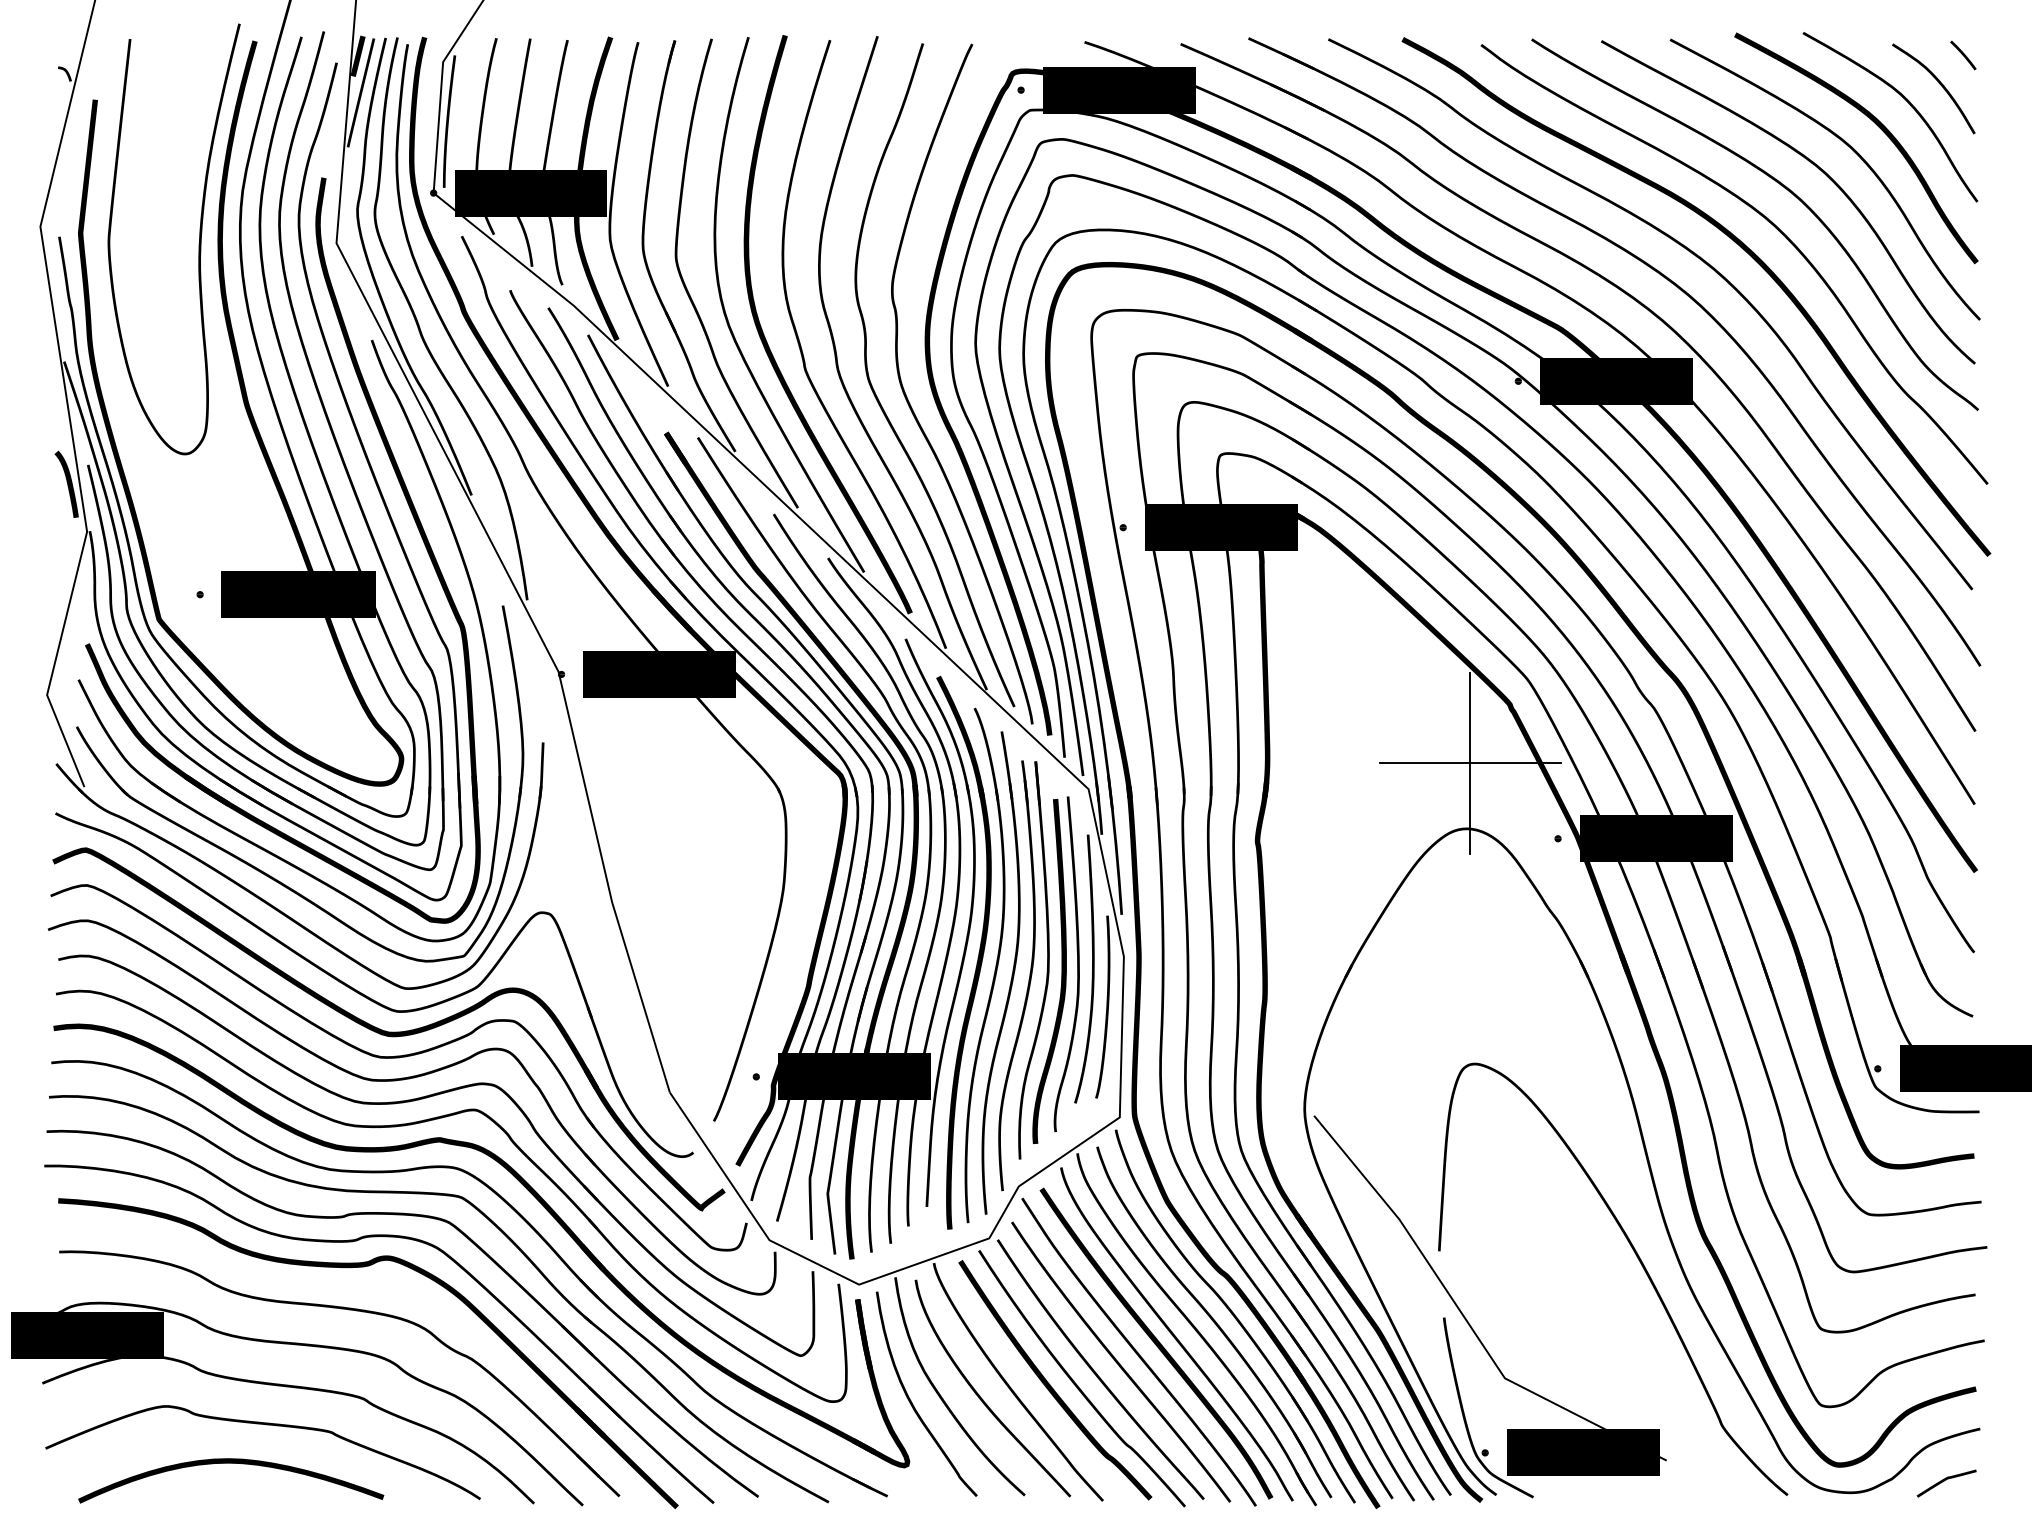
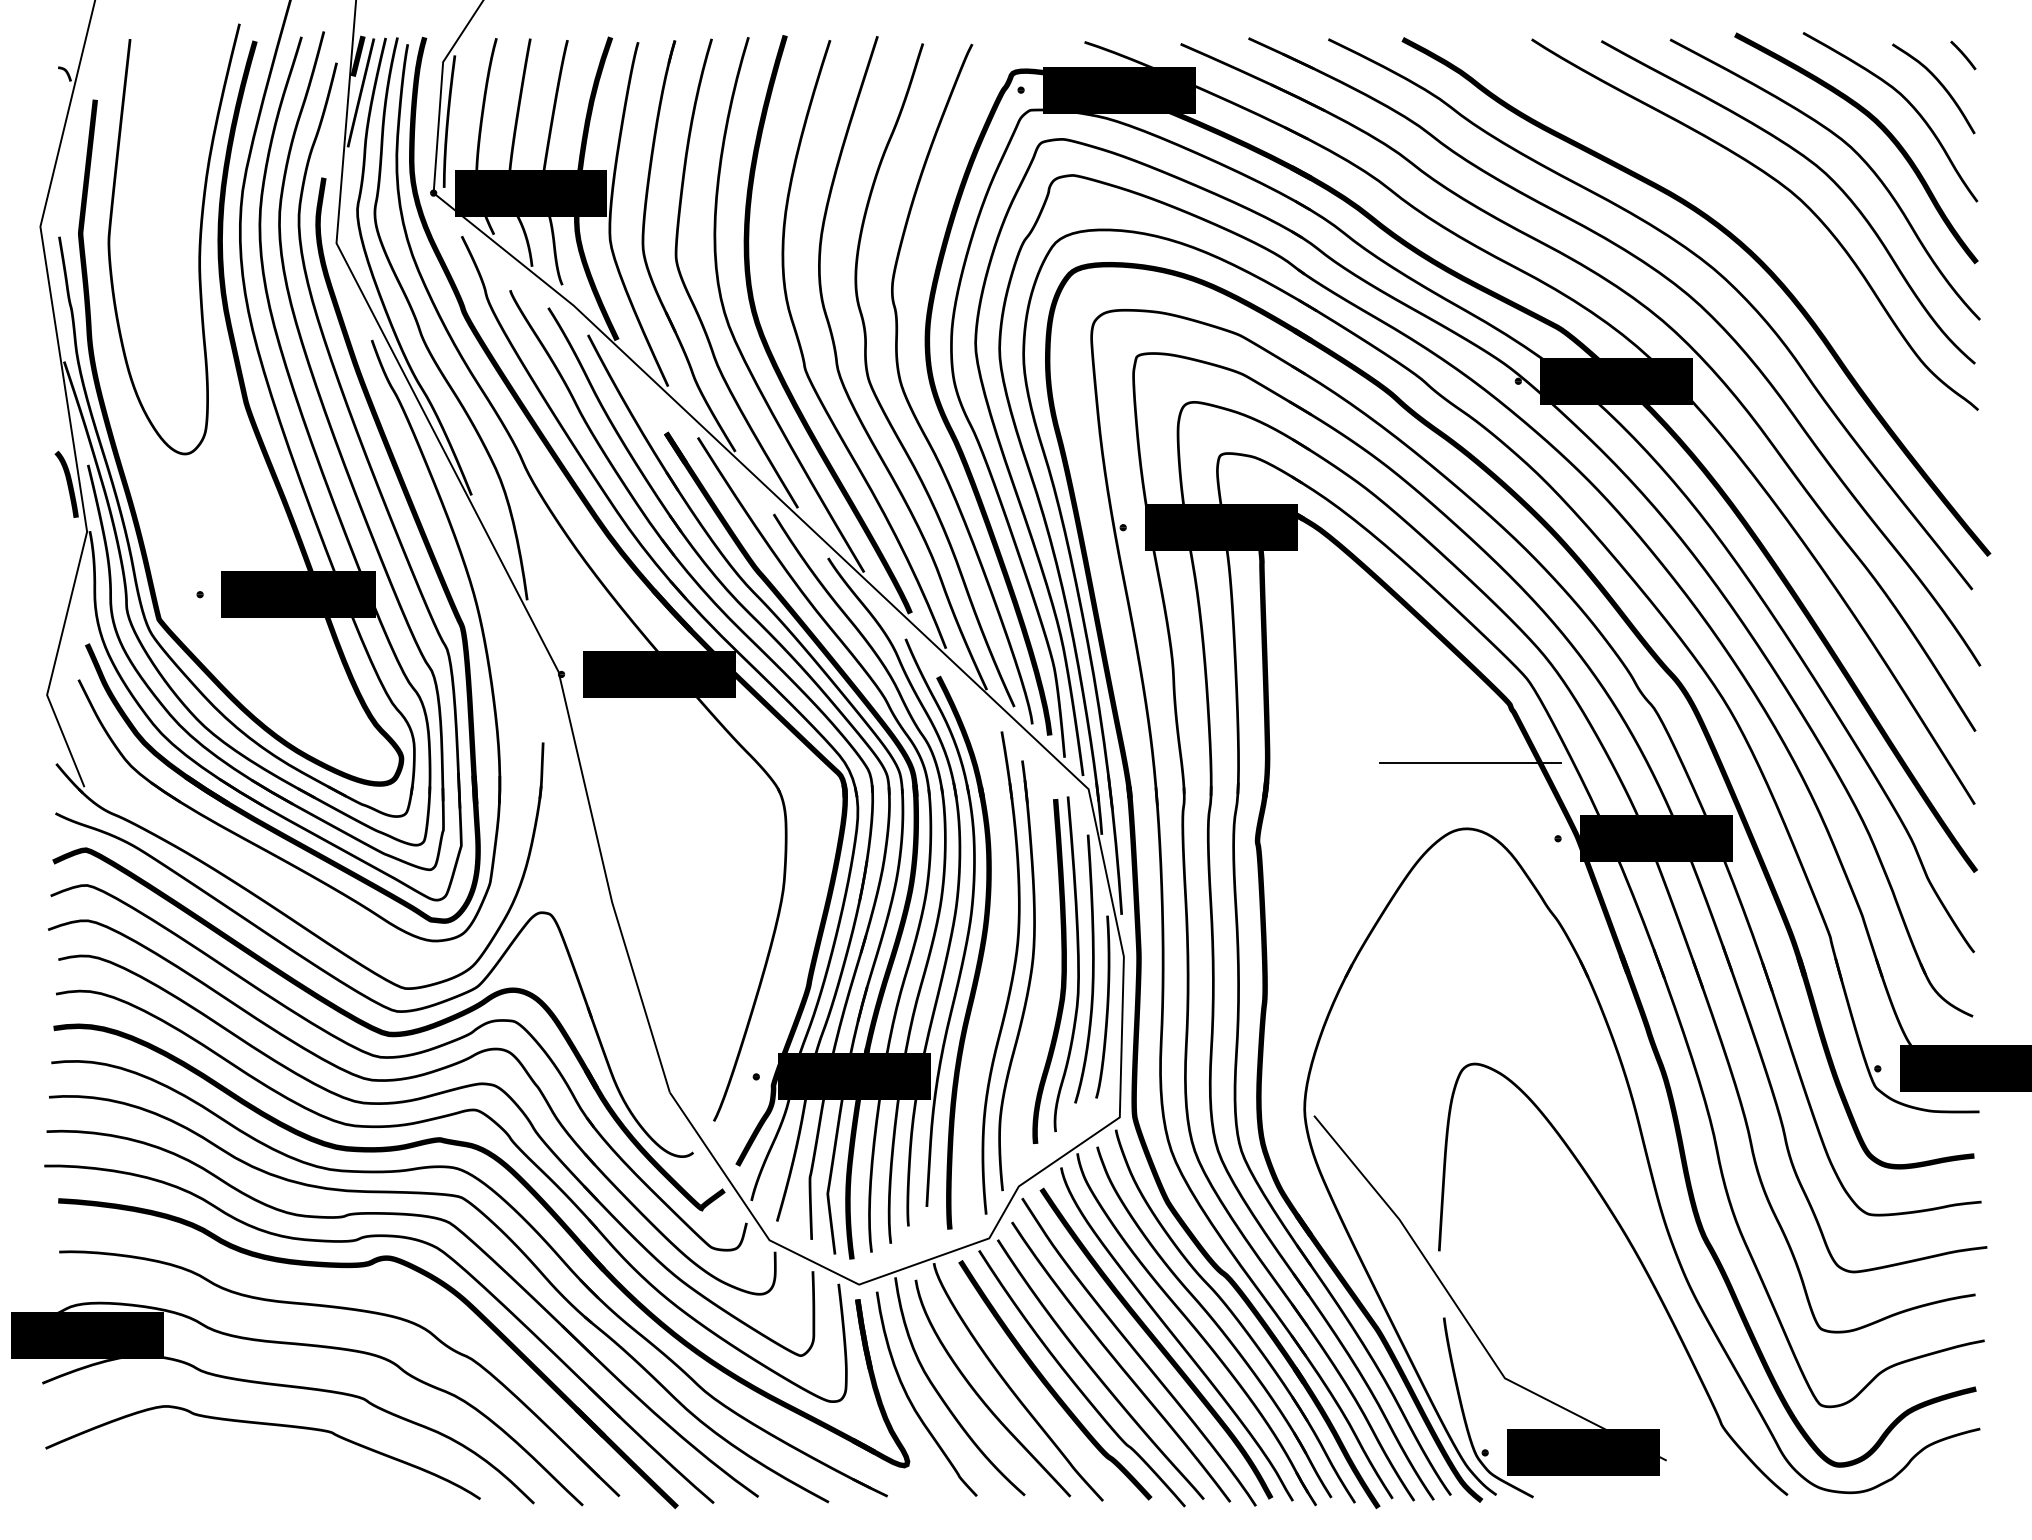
curve at (1768, 222): present -> none
line at (1470, 762): present -> none
part at (250, 863): present -> none
part at (1047, 960): present -> none
part at (994, 969): present -> none
curve at (231, 1463): present -> none
curve at (1944, 1481): present -> none
